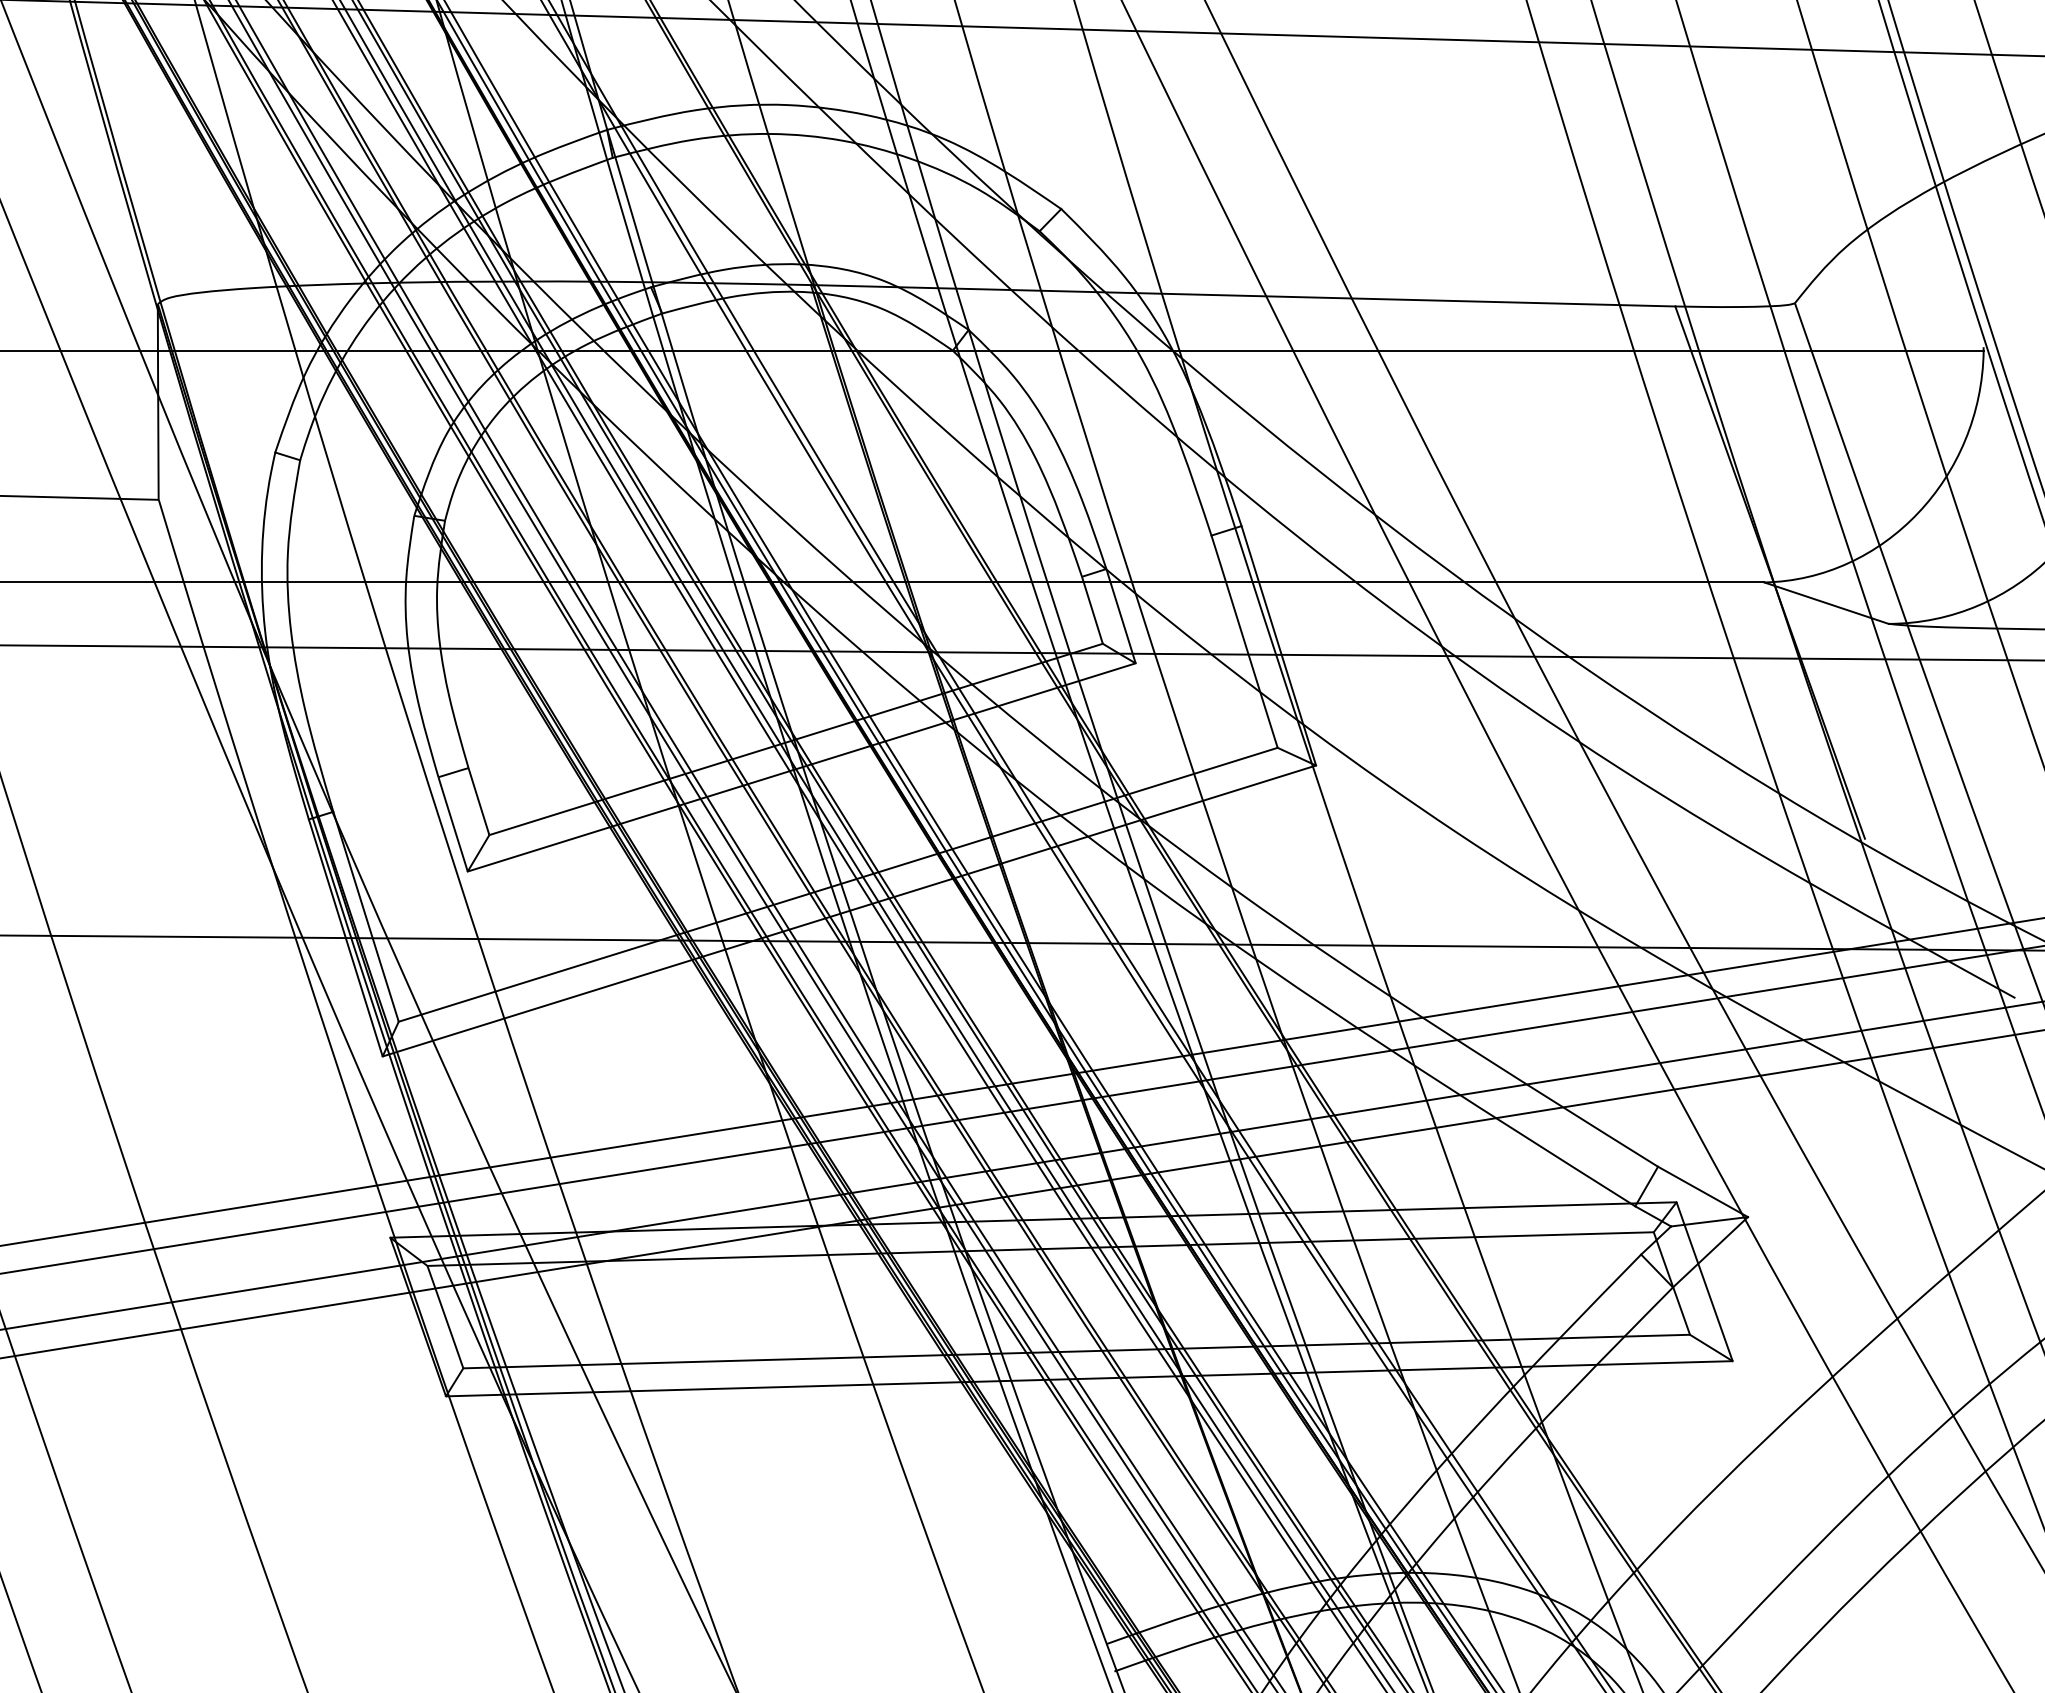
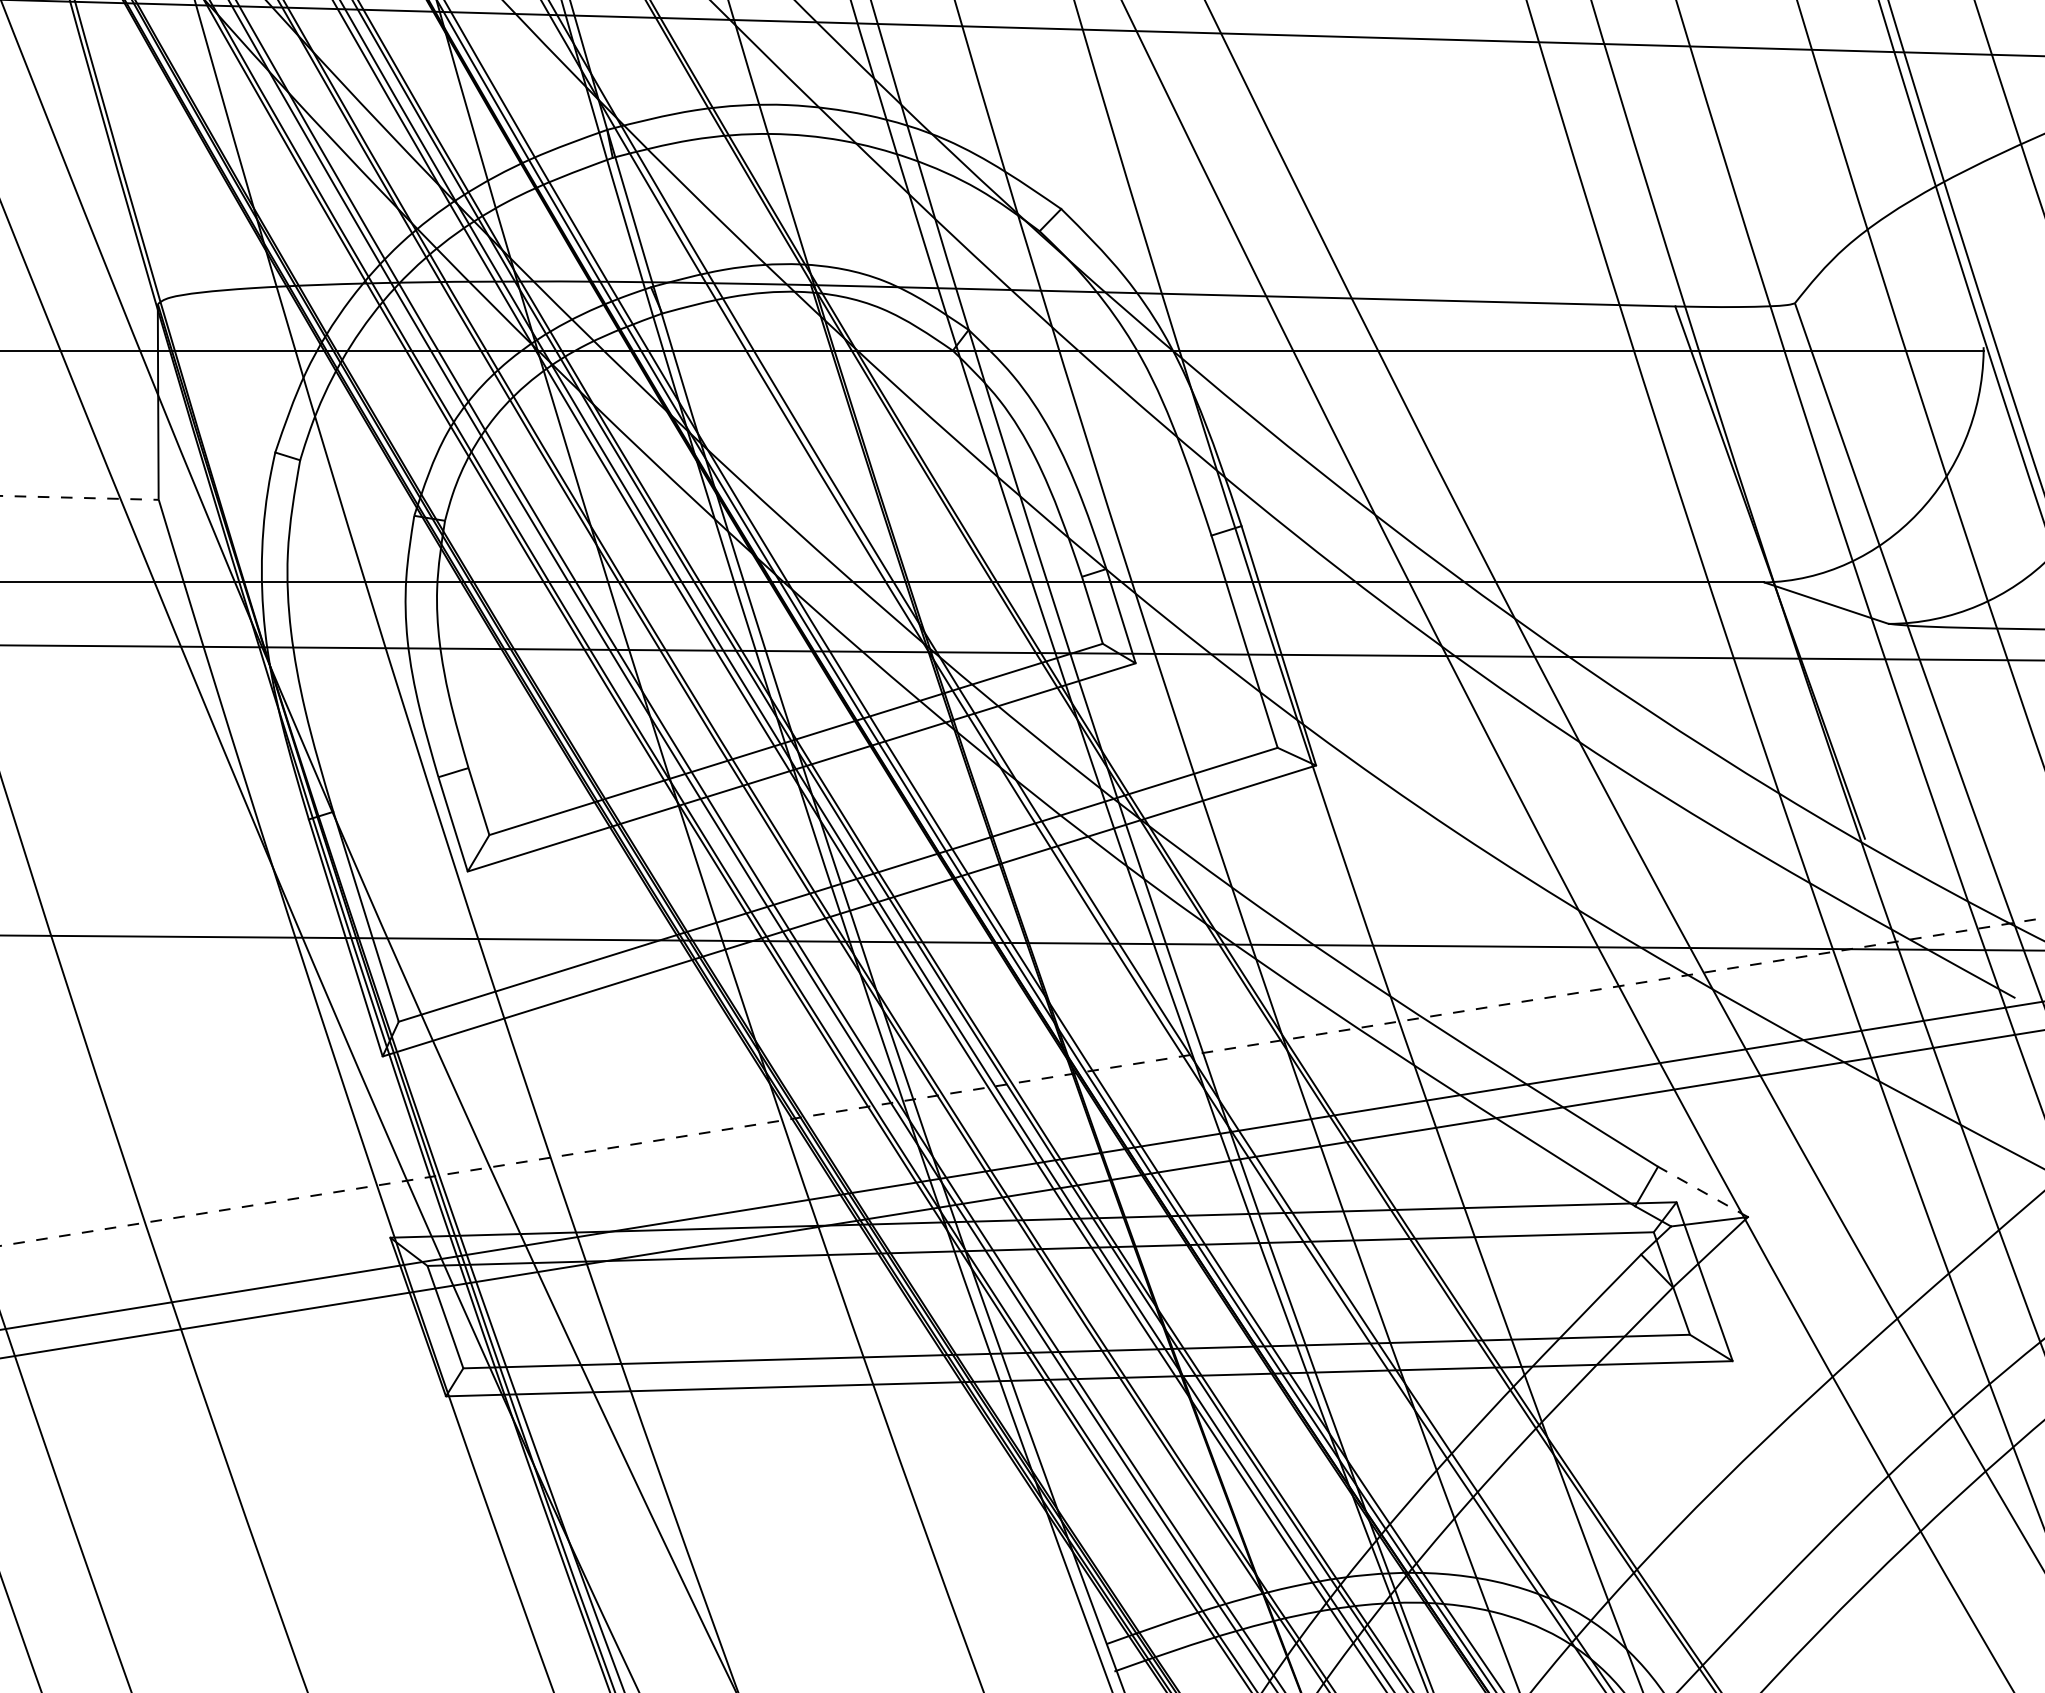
line at (79, 497): solid -> dashed
line at (1022, 1082): solid -> dashed
line at (1021, 1109): present -> none
line at (1703, 1191): solid -> dashed
